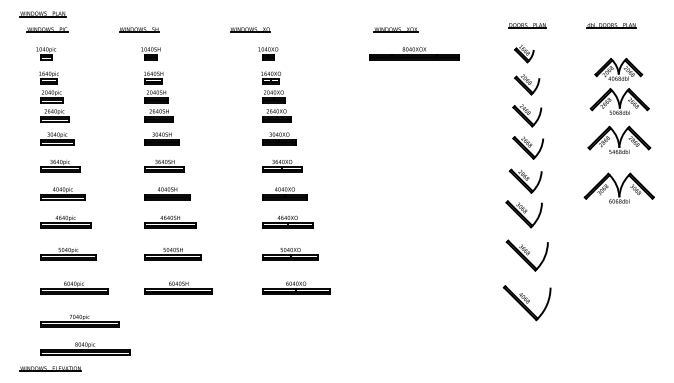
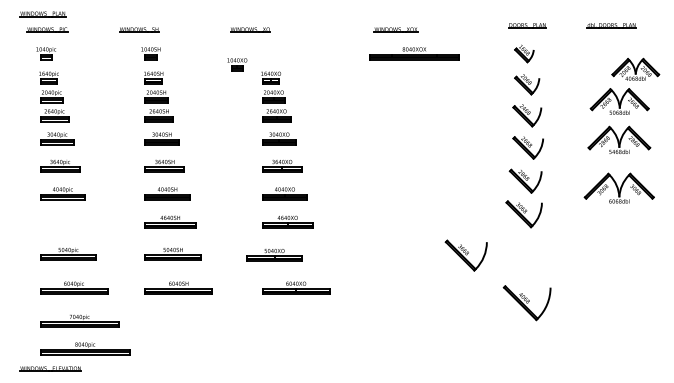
part at (268, 53) position: (268, 53) -> (237, 64)
part at (618, 68) position: (618, 68) -> (635, 68)
part at (65, 221): present -> none
part at (290, 254) position: (290, 254) -> (274, 255)
part at (526, 255) position: (526, 255) -> (465, 255)
